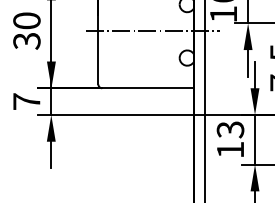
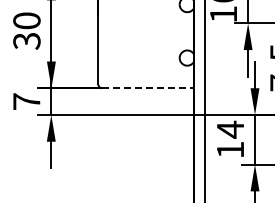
line at (152, 30): present -> none
line at (147, 88): solid -> dashed
text at (230, 129): 13 -> 14
